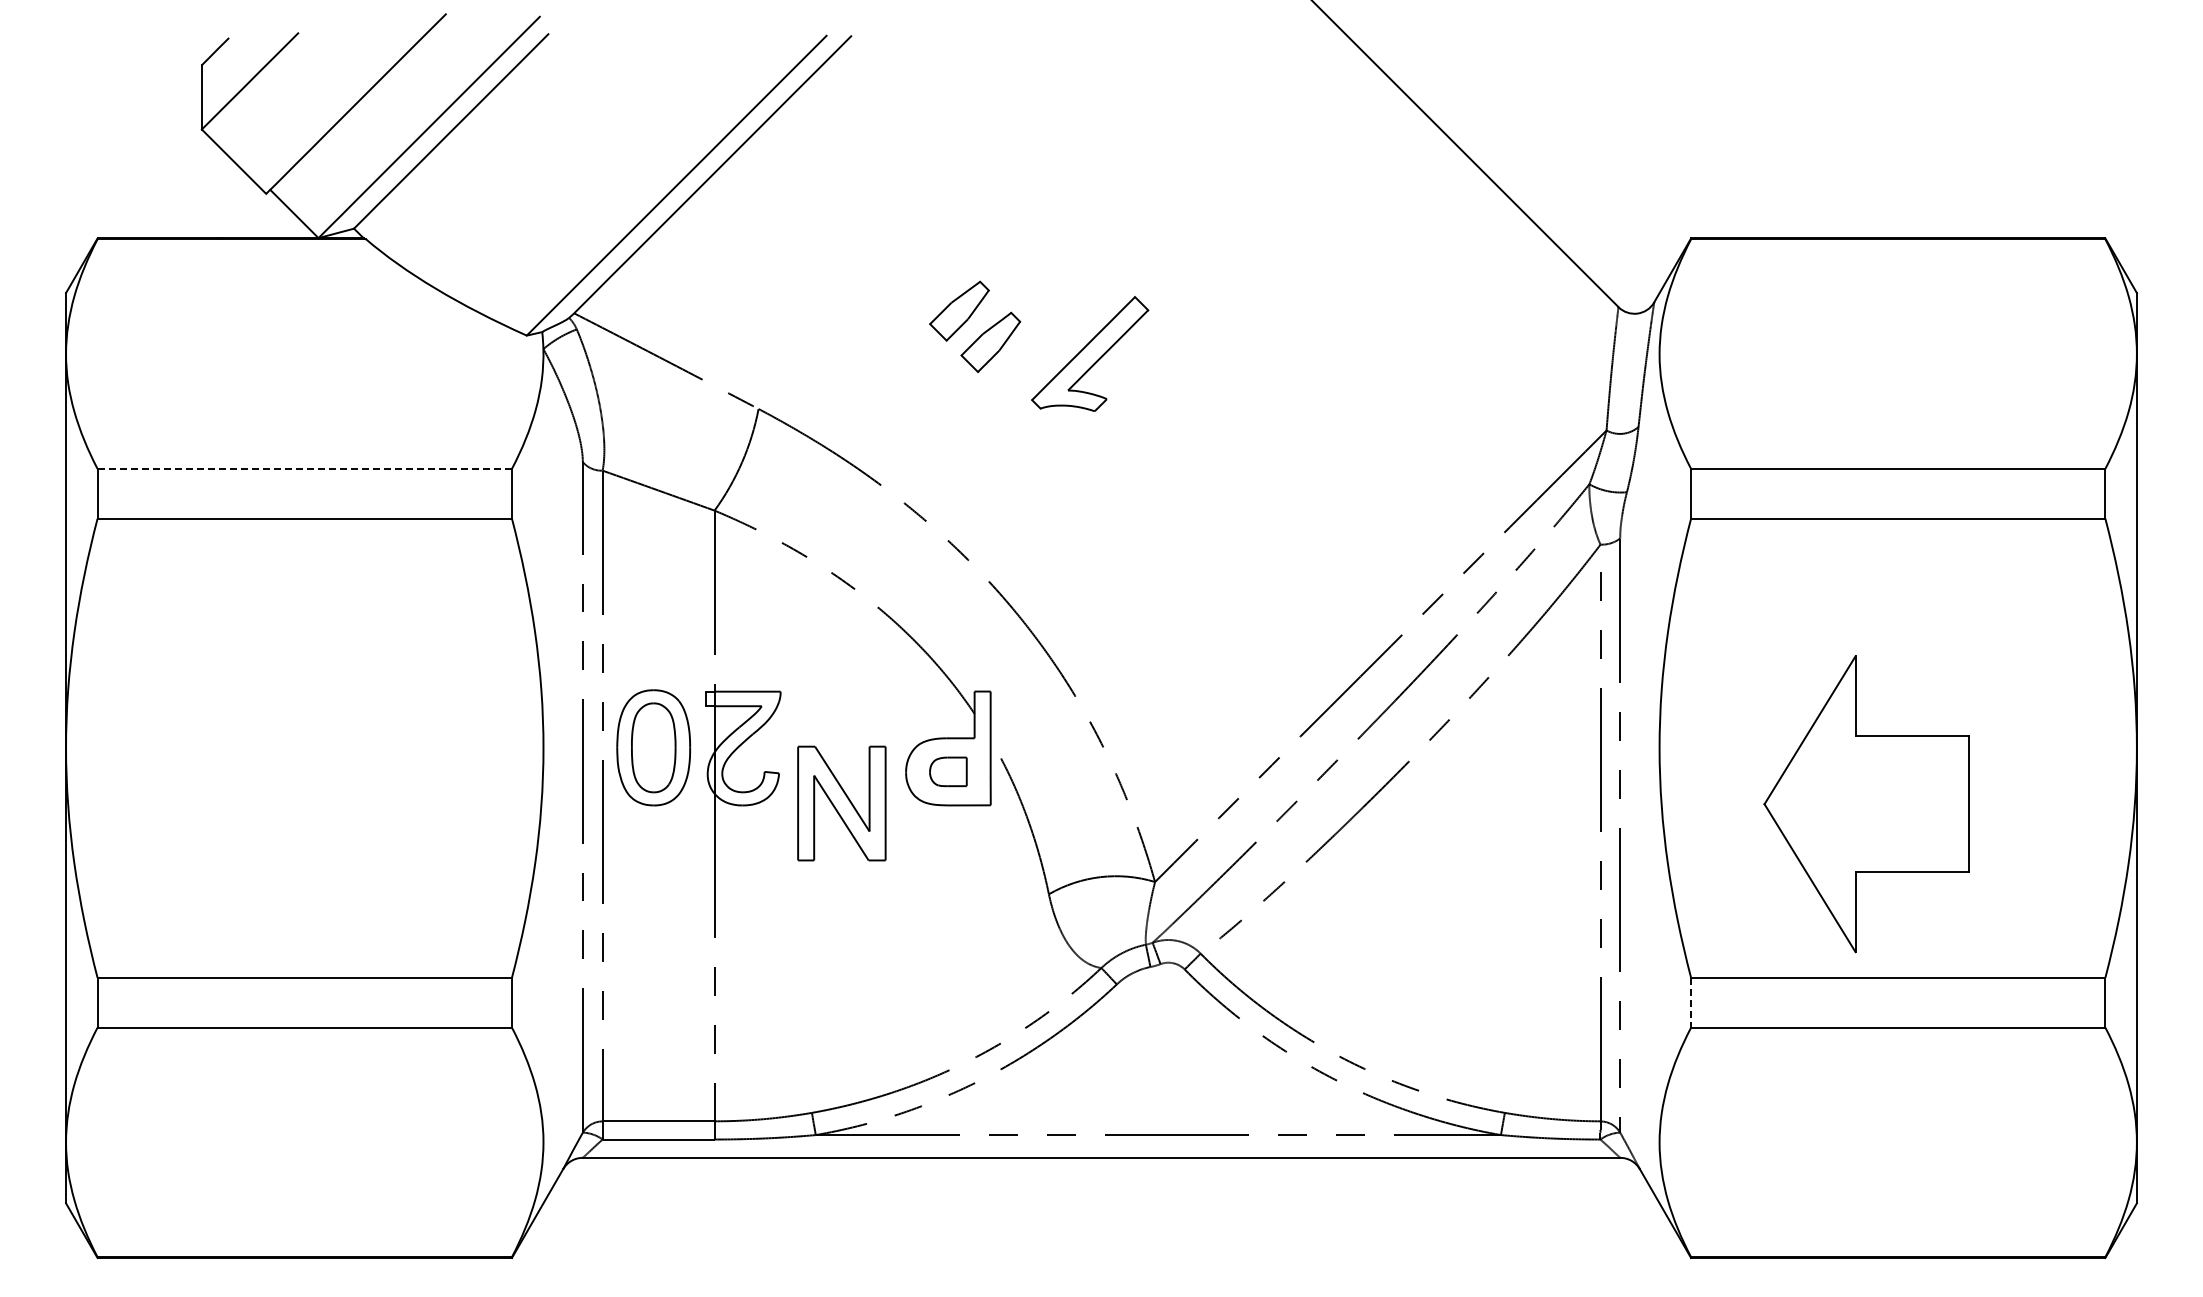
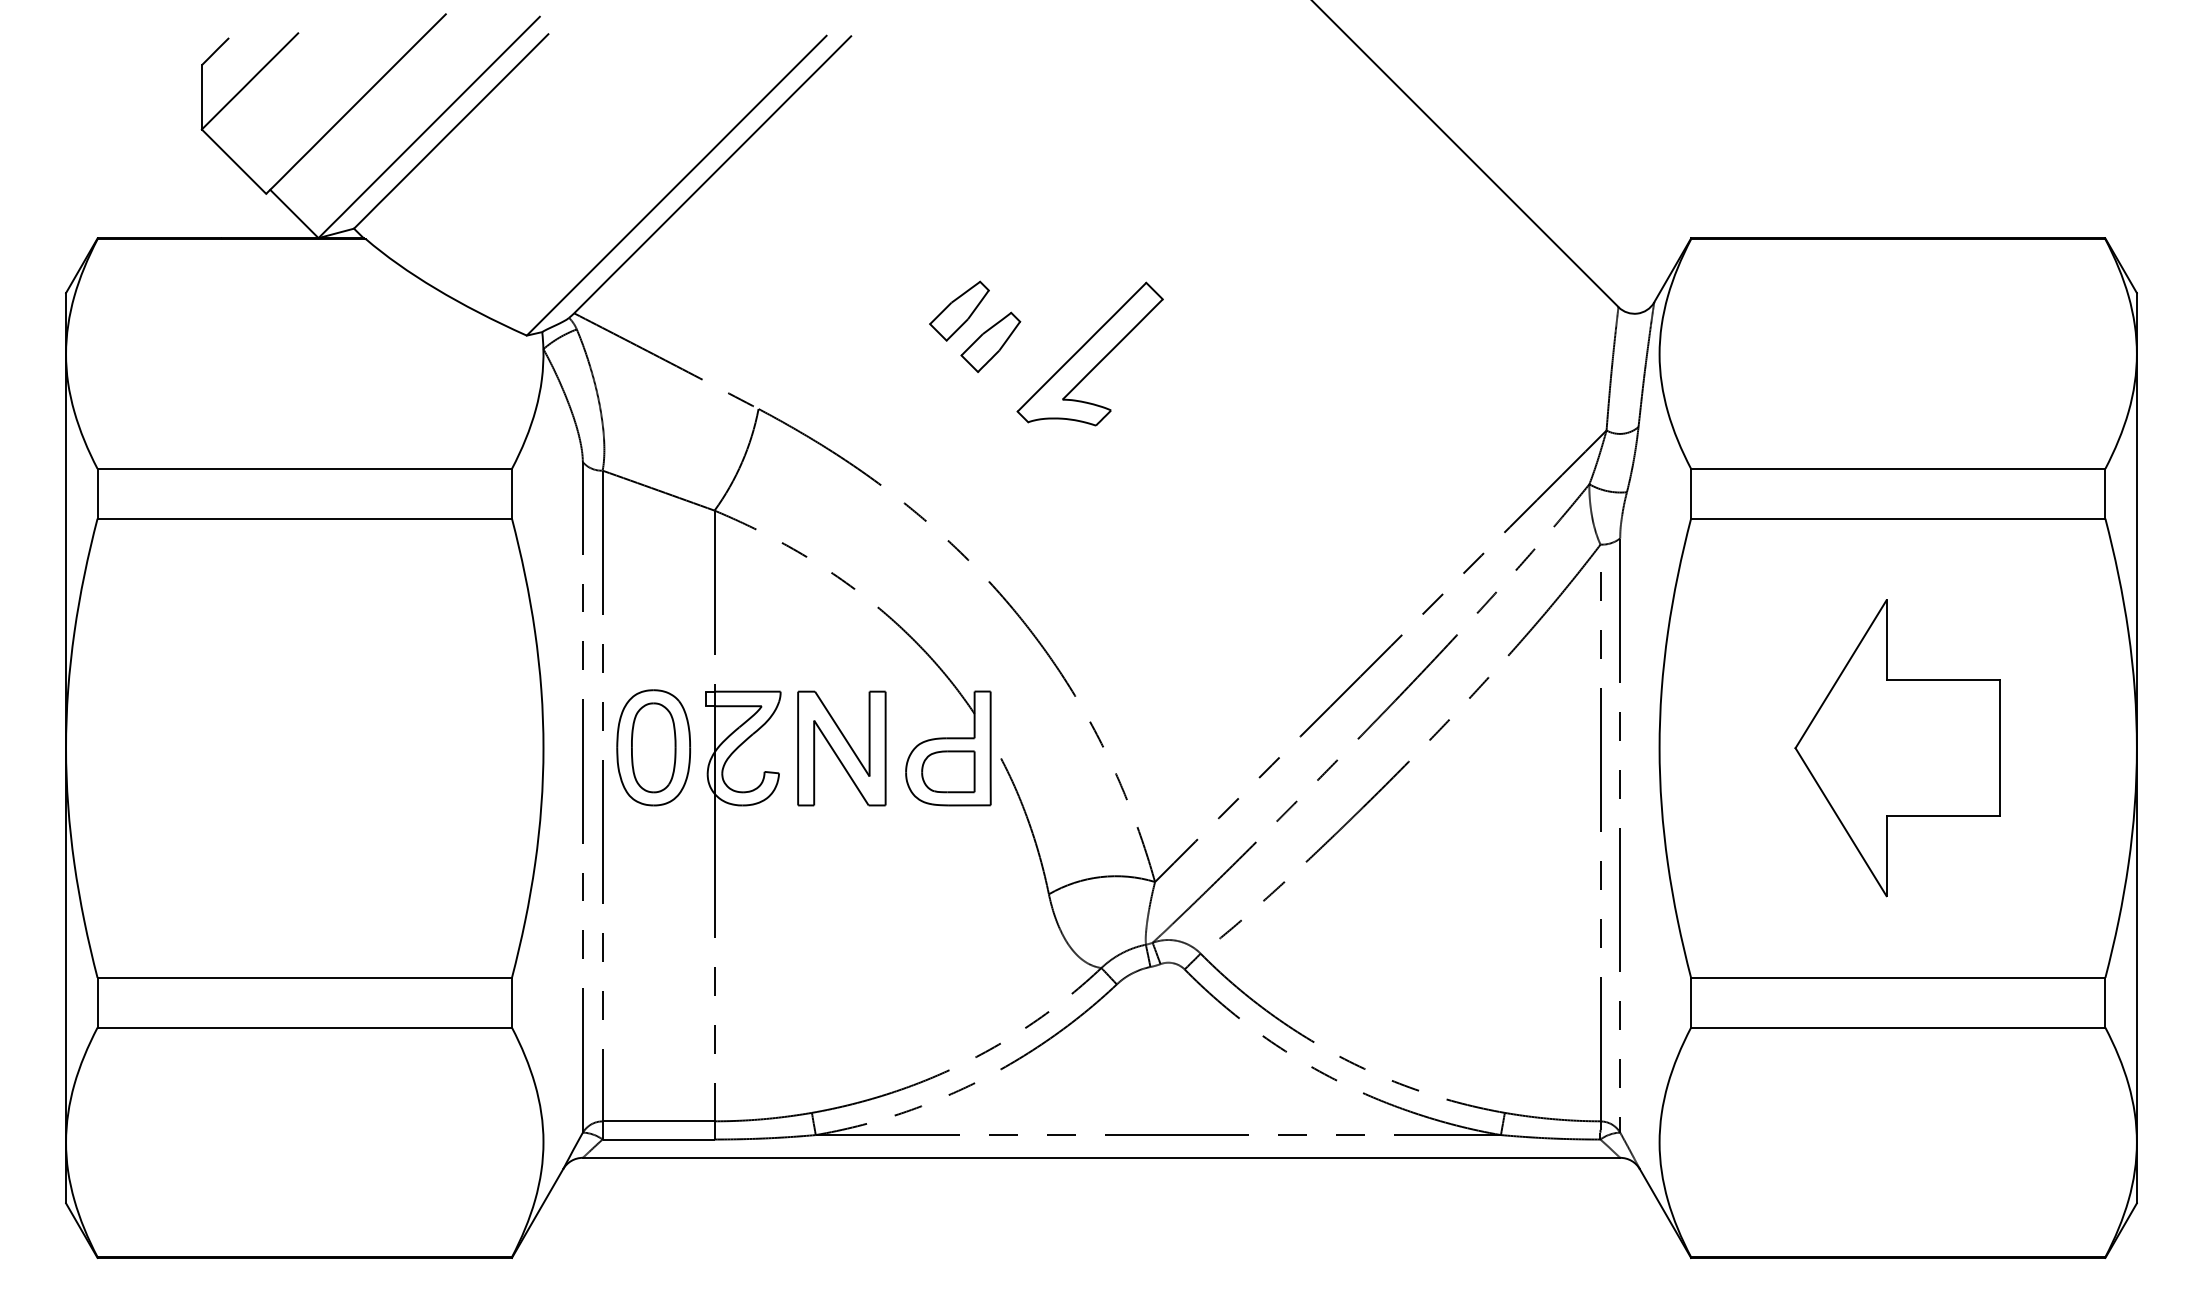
part at (1090, 353) size: 119x116 px -> 148x146 px
line at (304, 468): dashed -> solid
part at (948, 771) size: 39x32 px -> 55x44 px
part at (841, 803) position: (841, 803) -> (841, 748)
part at (1866, 804) position: (1866, 804) -> (1897, 748)
line at (1691, 1002): dashed -> solid
